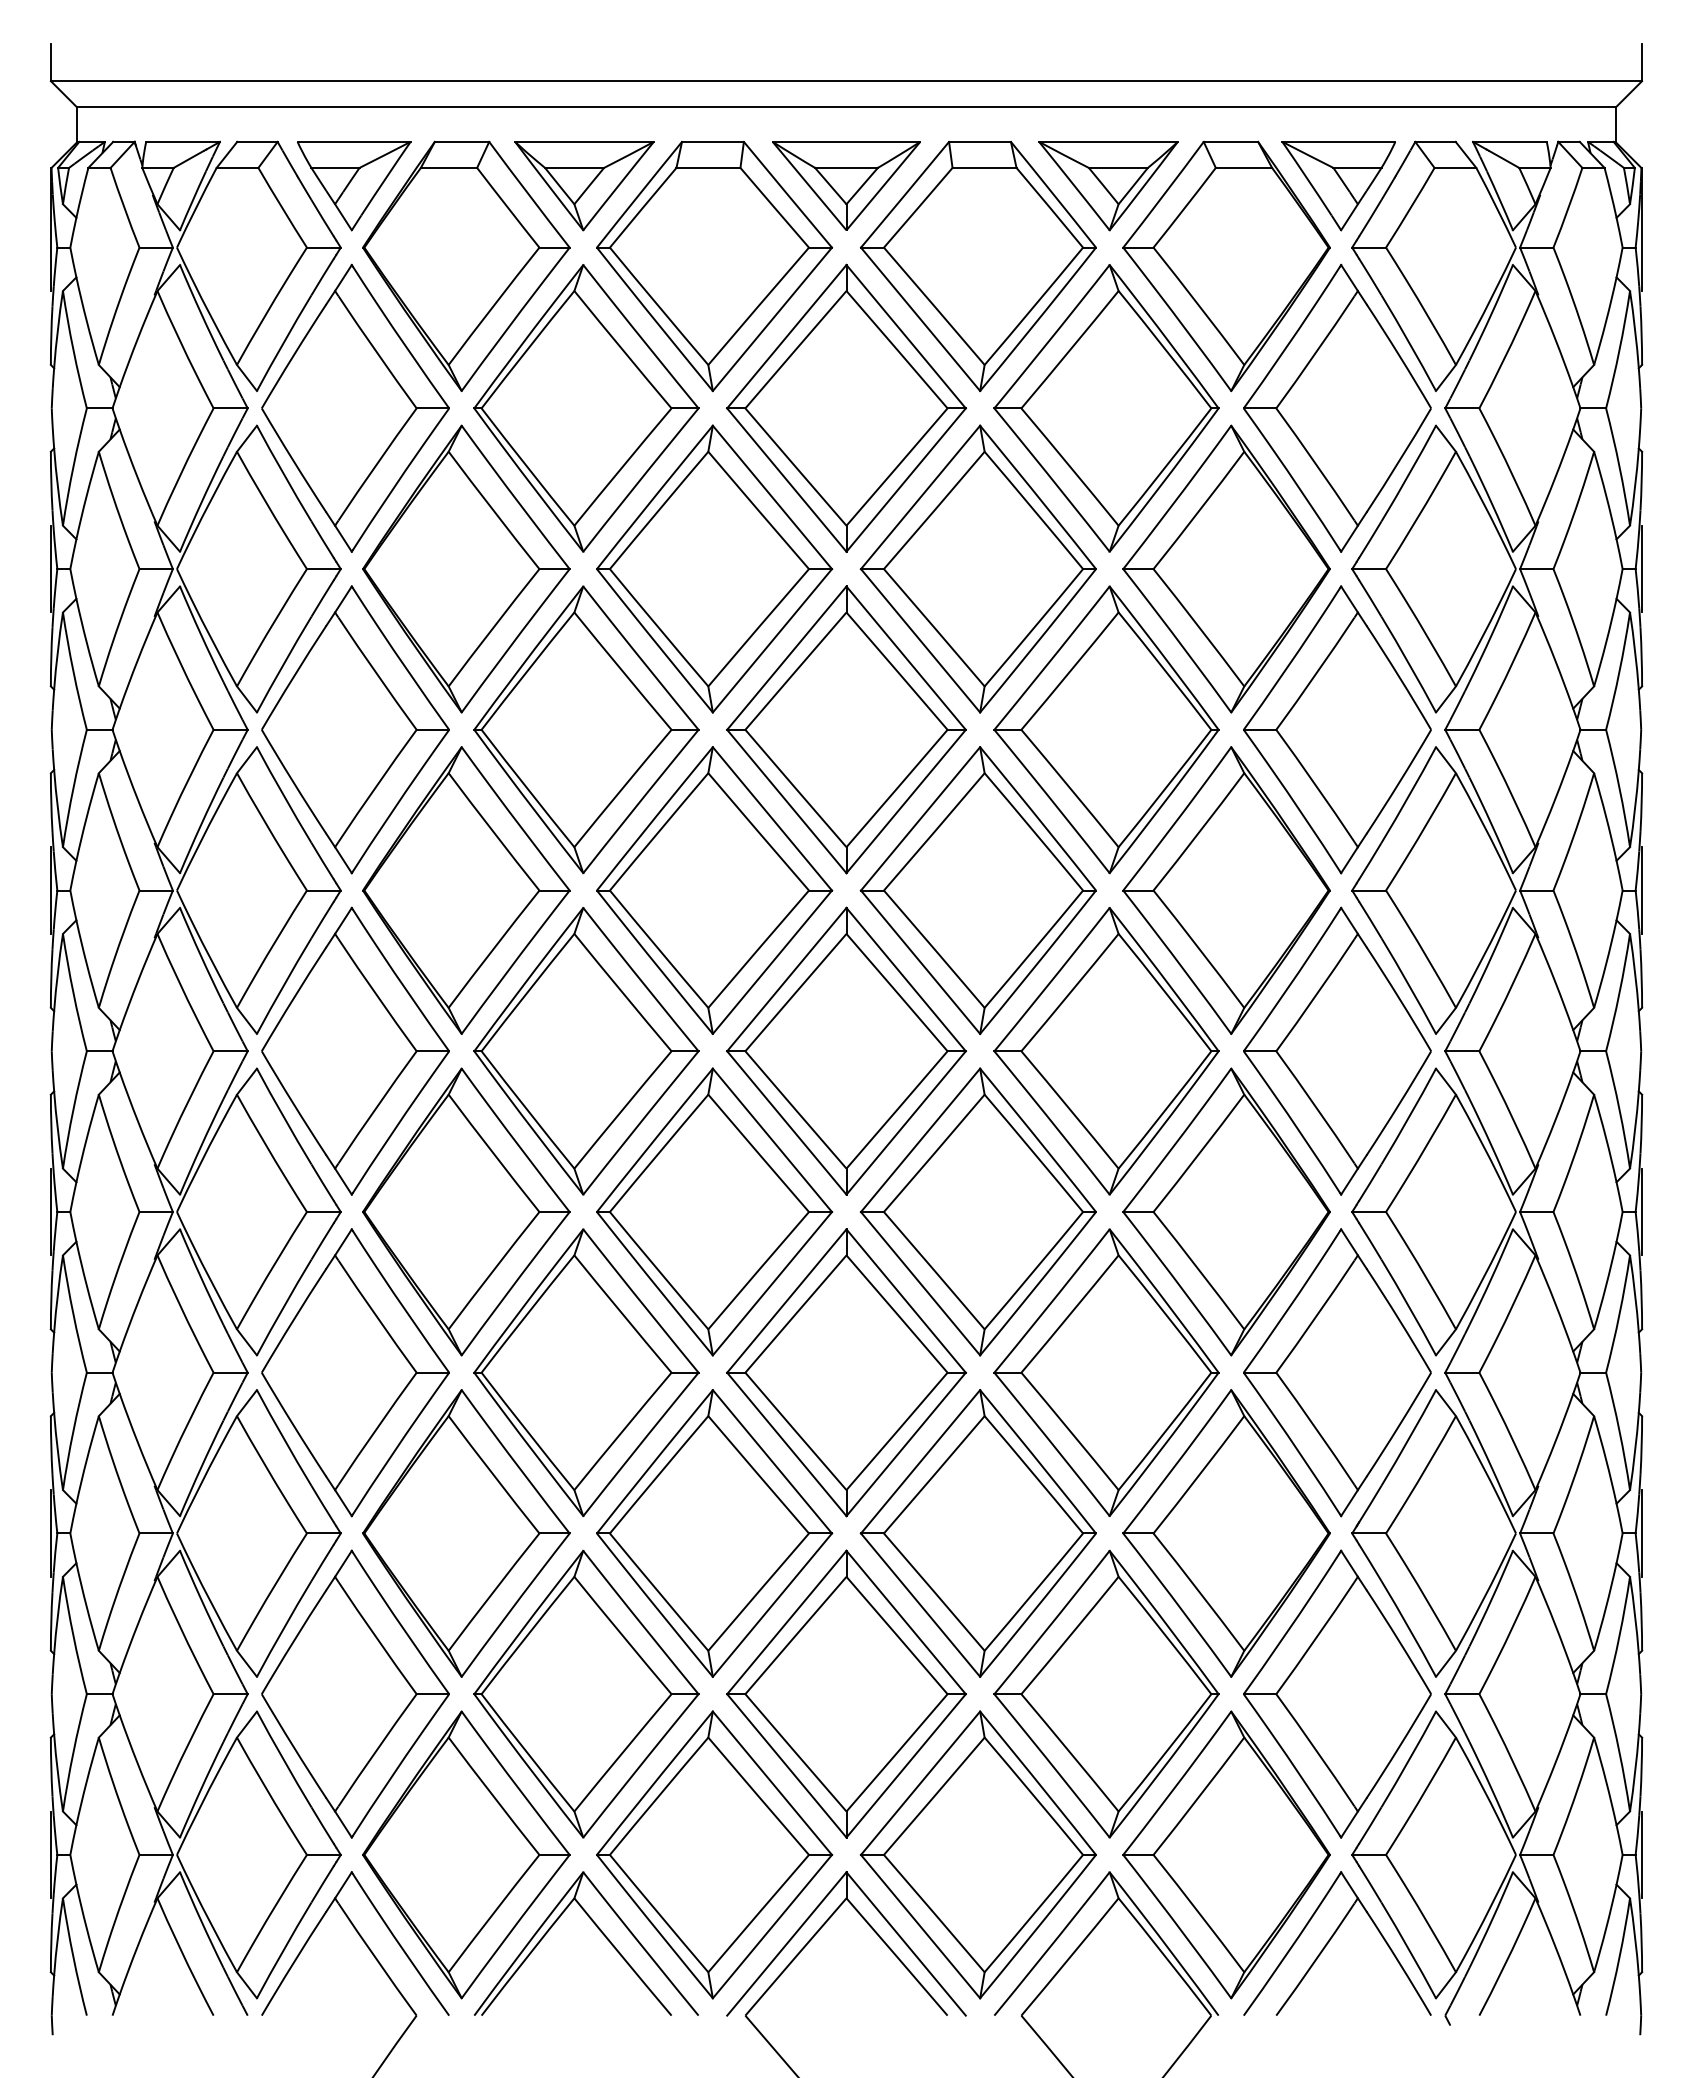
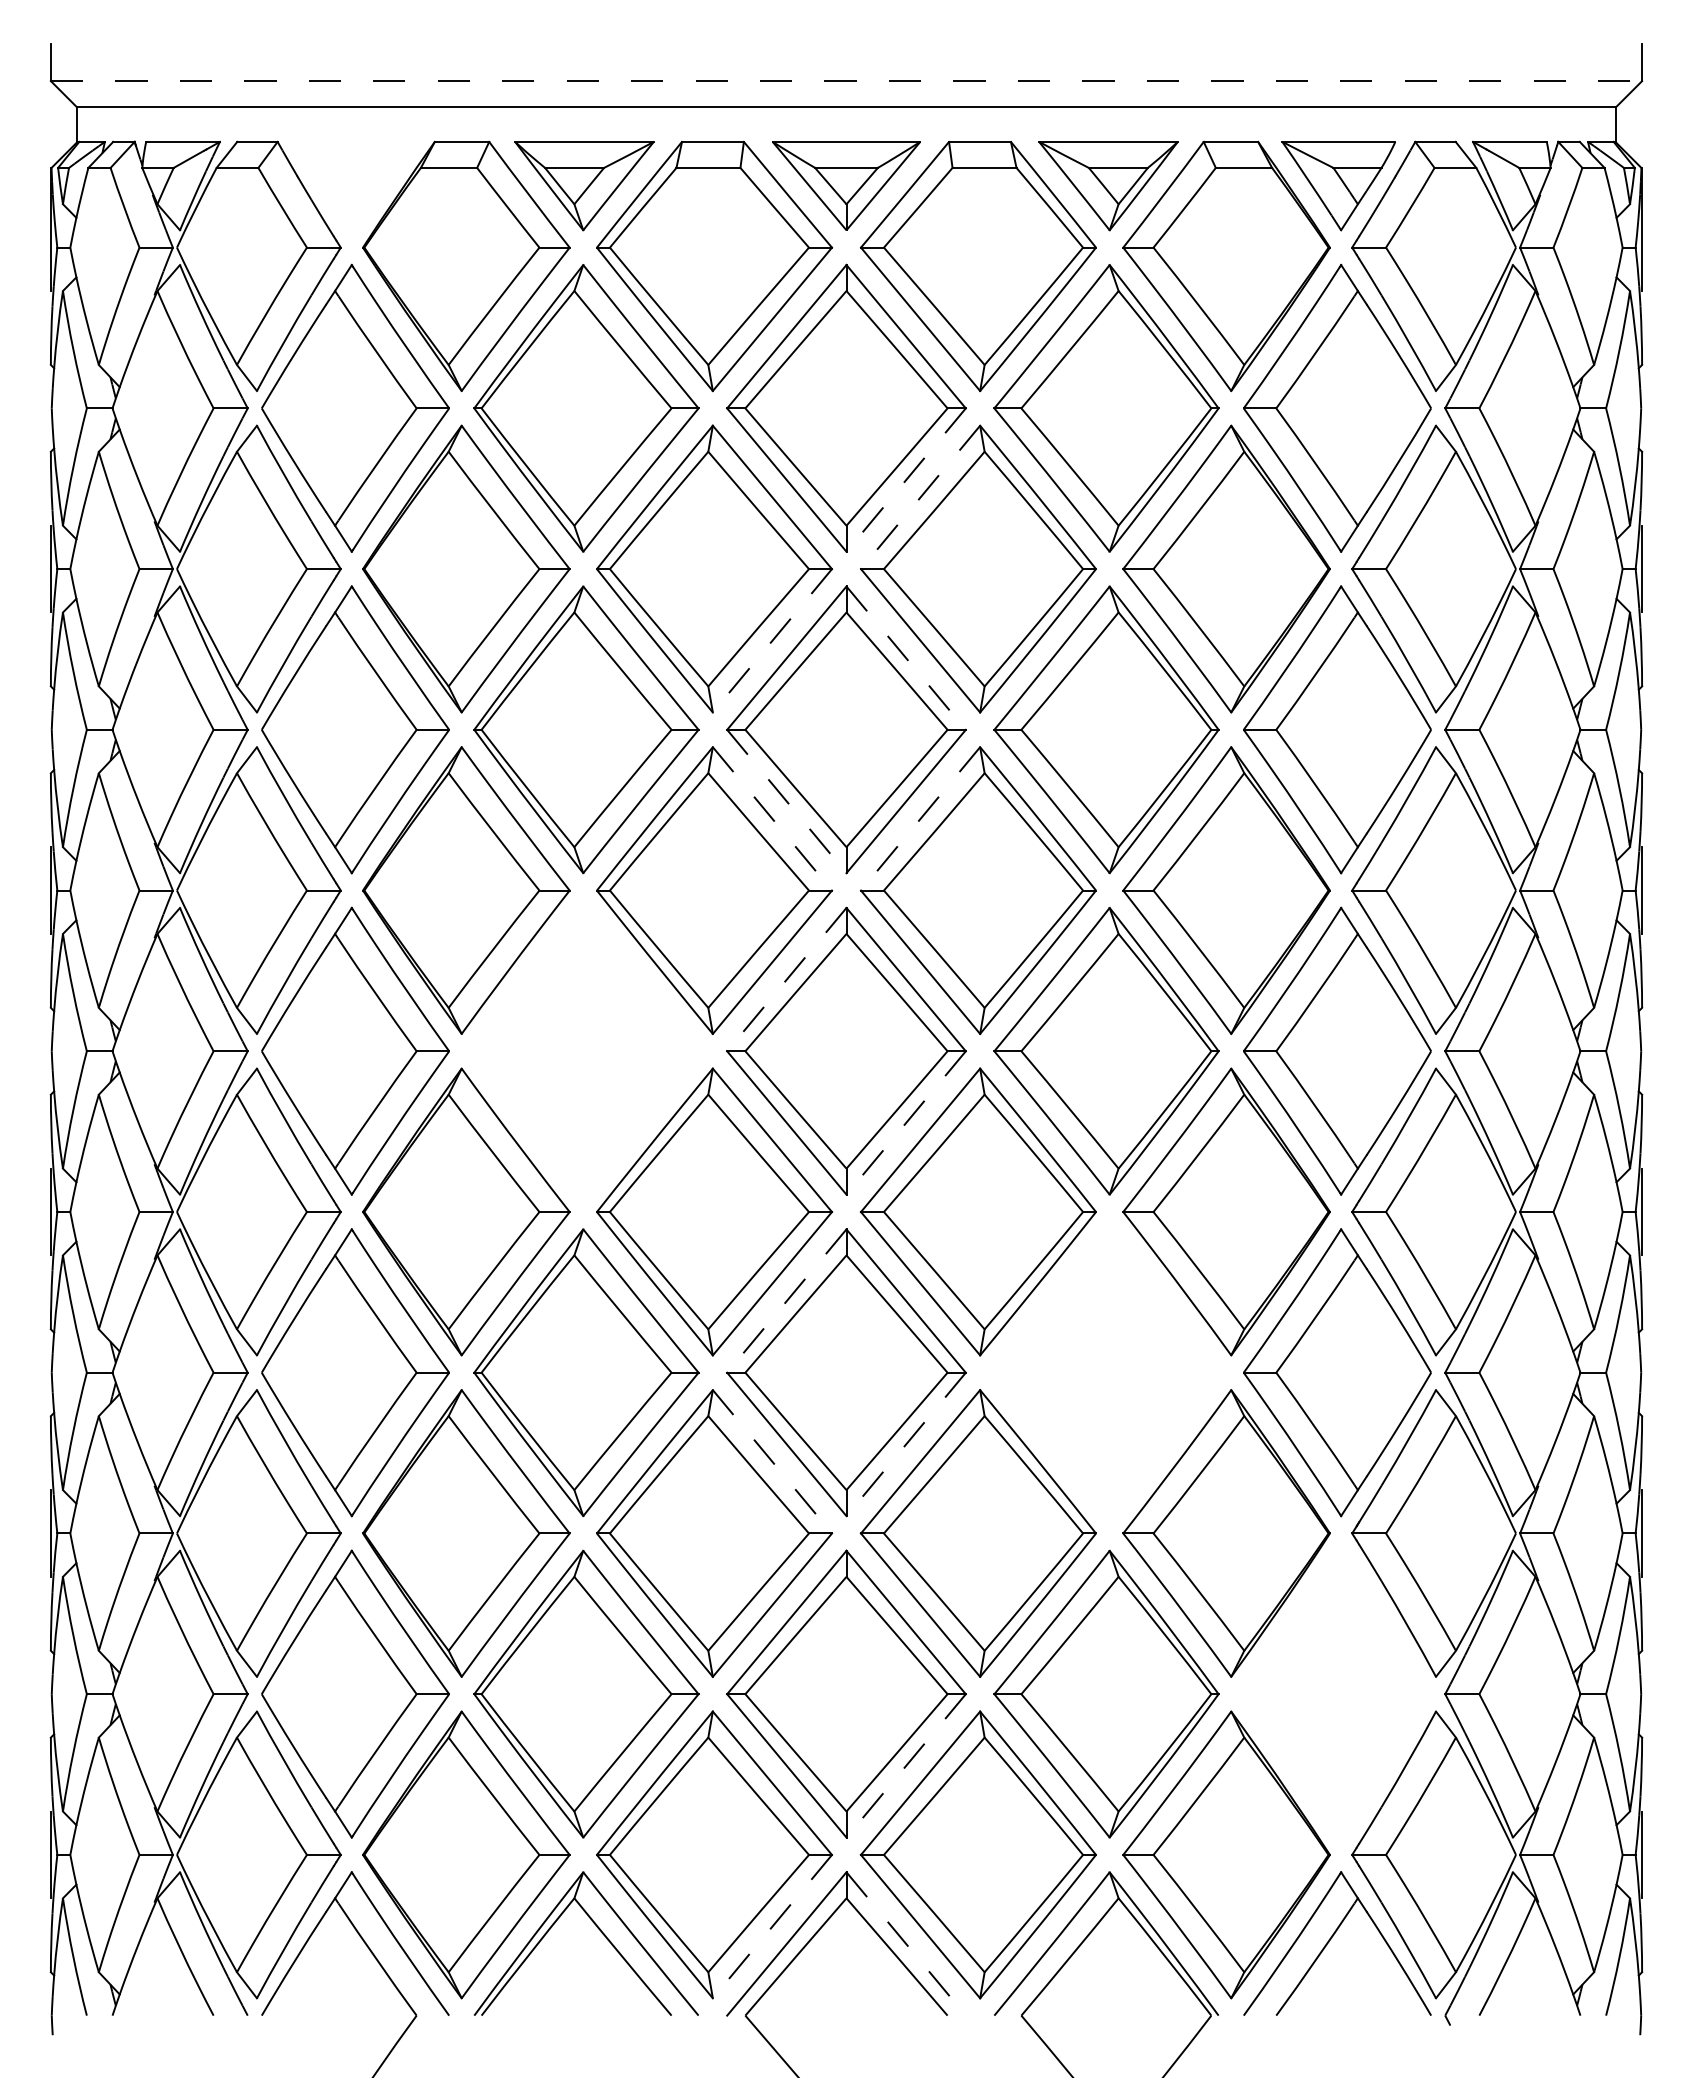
line at (846, 81): solid -> dashed
part at (354, 186): present -> none
line at (905, 480): solid -> dashed
line at (920, 497): solid -> dashed
line at (772, 641): solid -> dashed
line at (906, 658): solid -> dashed
line at (787, 801): solid -> dashed
line at (772, 819): solid -> dashed
line at (920, 819): solid -> dashed
line at (786, 979): solid -> dashed
part at (586, 1051): present -> none
line at (905, 1123): solid -> dashed
line at (786, 1301): solid -> dashed
part at (1106, 1372): present -> none
line at (905, 1444): solid -> dashed
line at (772, 1462): solid -> dashed
part at (1337, 1693): present -> none
line at (905, 1766): solid -> dashed
line at (772, 1927): solid -> dashed
line at (906, 1944): solid -> dashed
